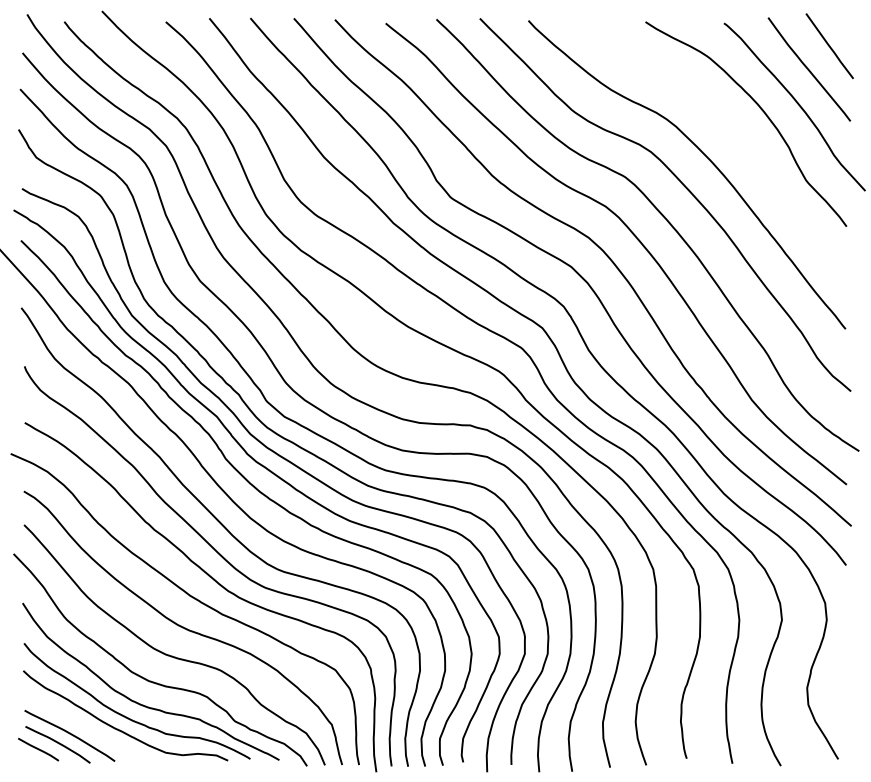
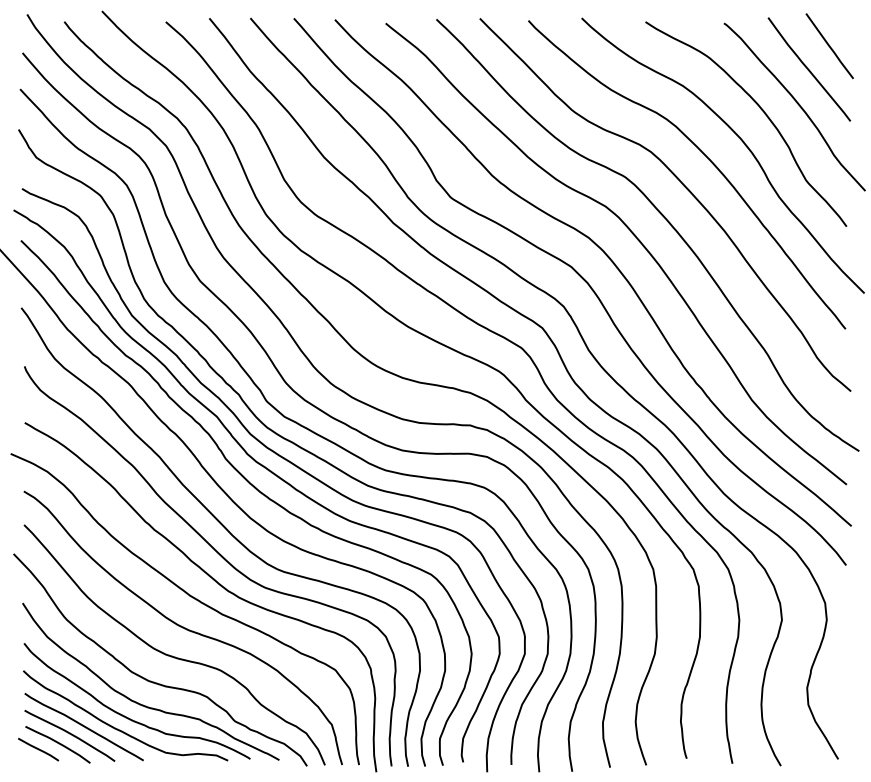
curve at (740, 140): none -> present
curve at (83, 727): none -> present
